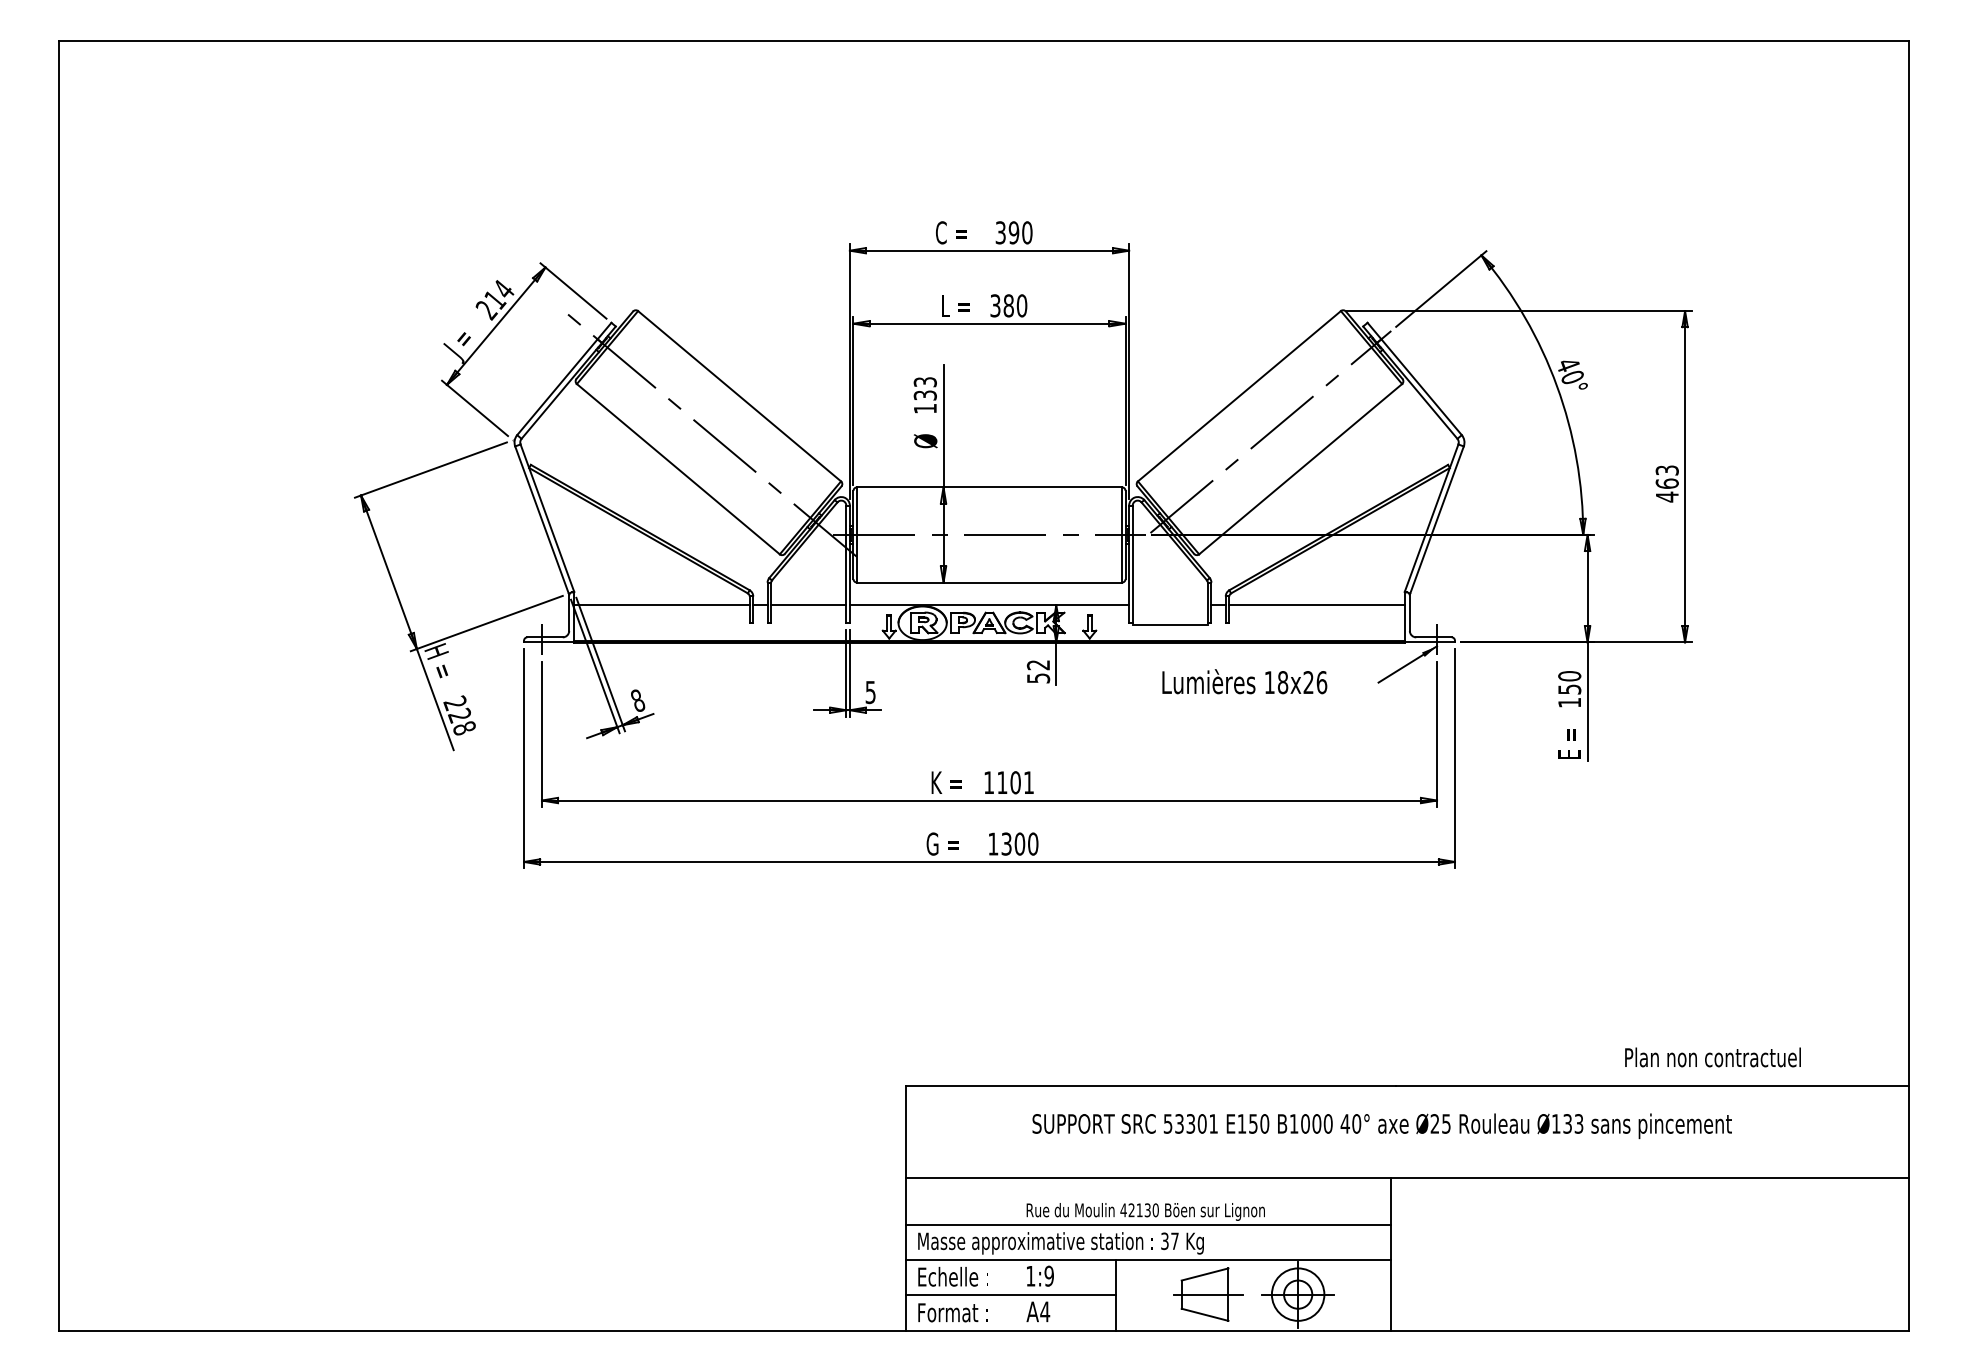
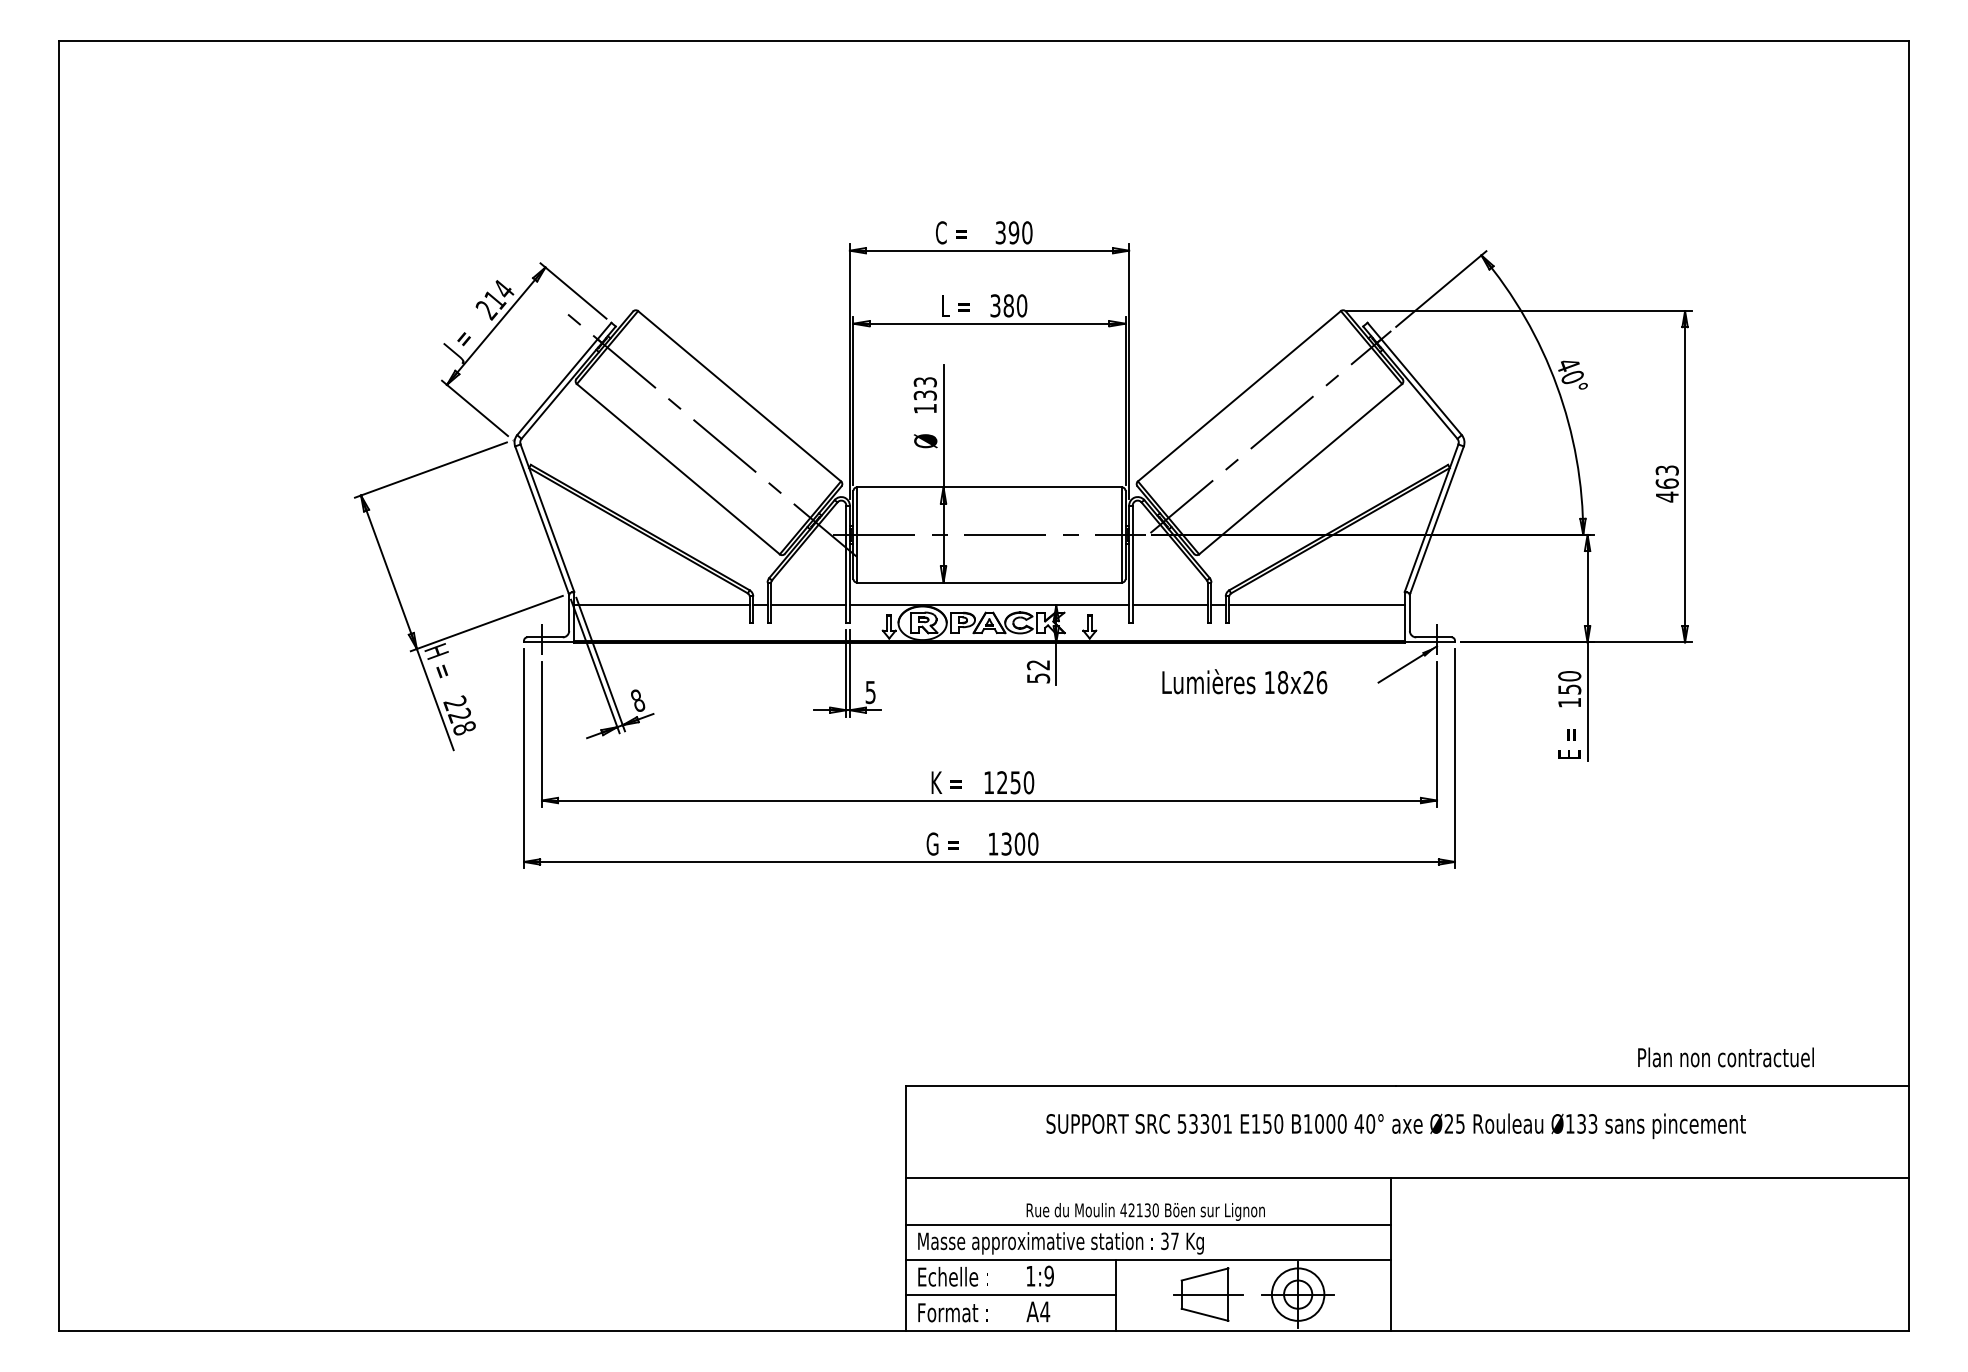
line at (1169, 625) position: (1169, 625) -> (1169, 605)
text at (1015, 782): 1101 -> 1250
text at (1712, 1057) position: (1712, 1057) -> (1725, 1057)
text at (1381, 1126) position: (1381, 1126) -> (1395, 1126)
